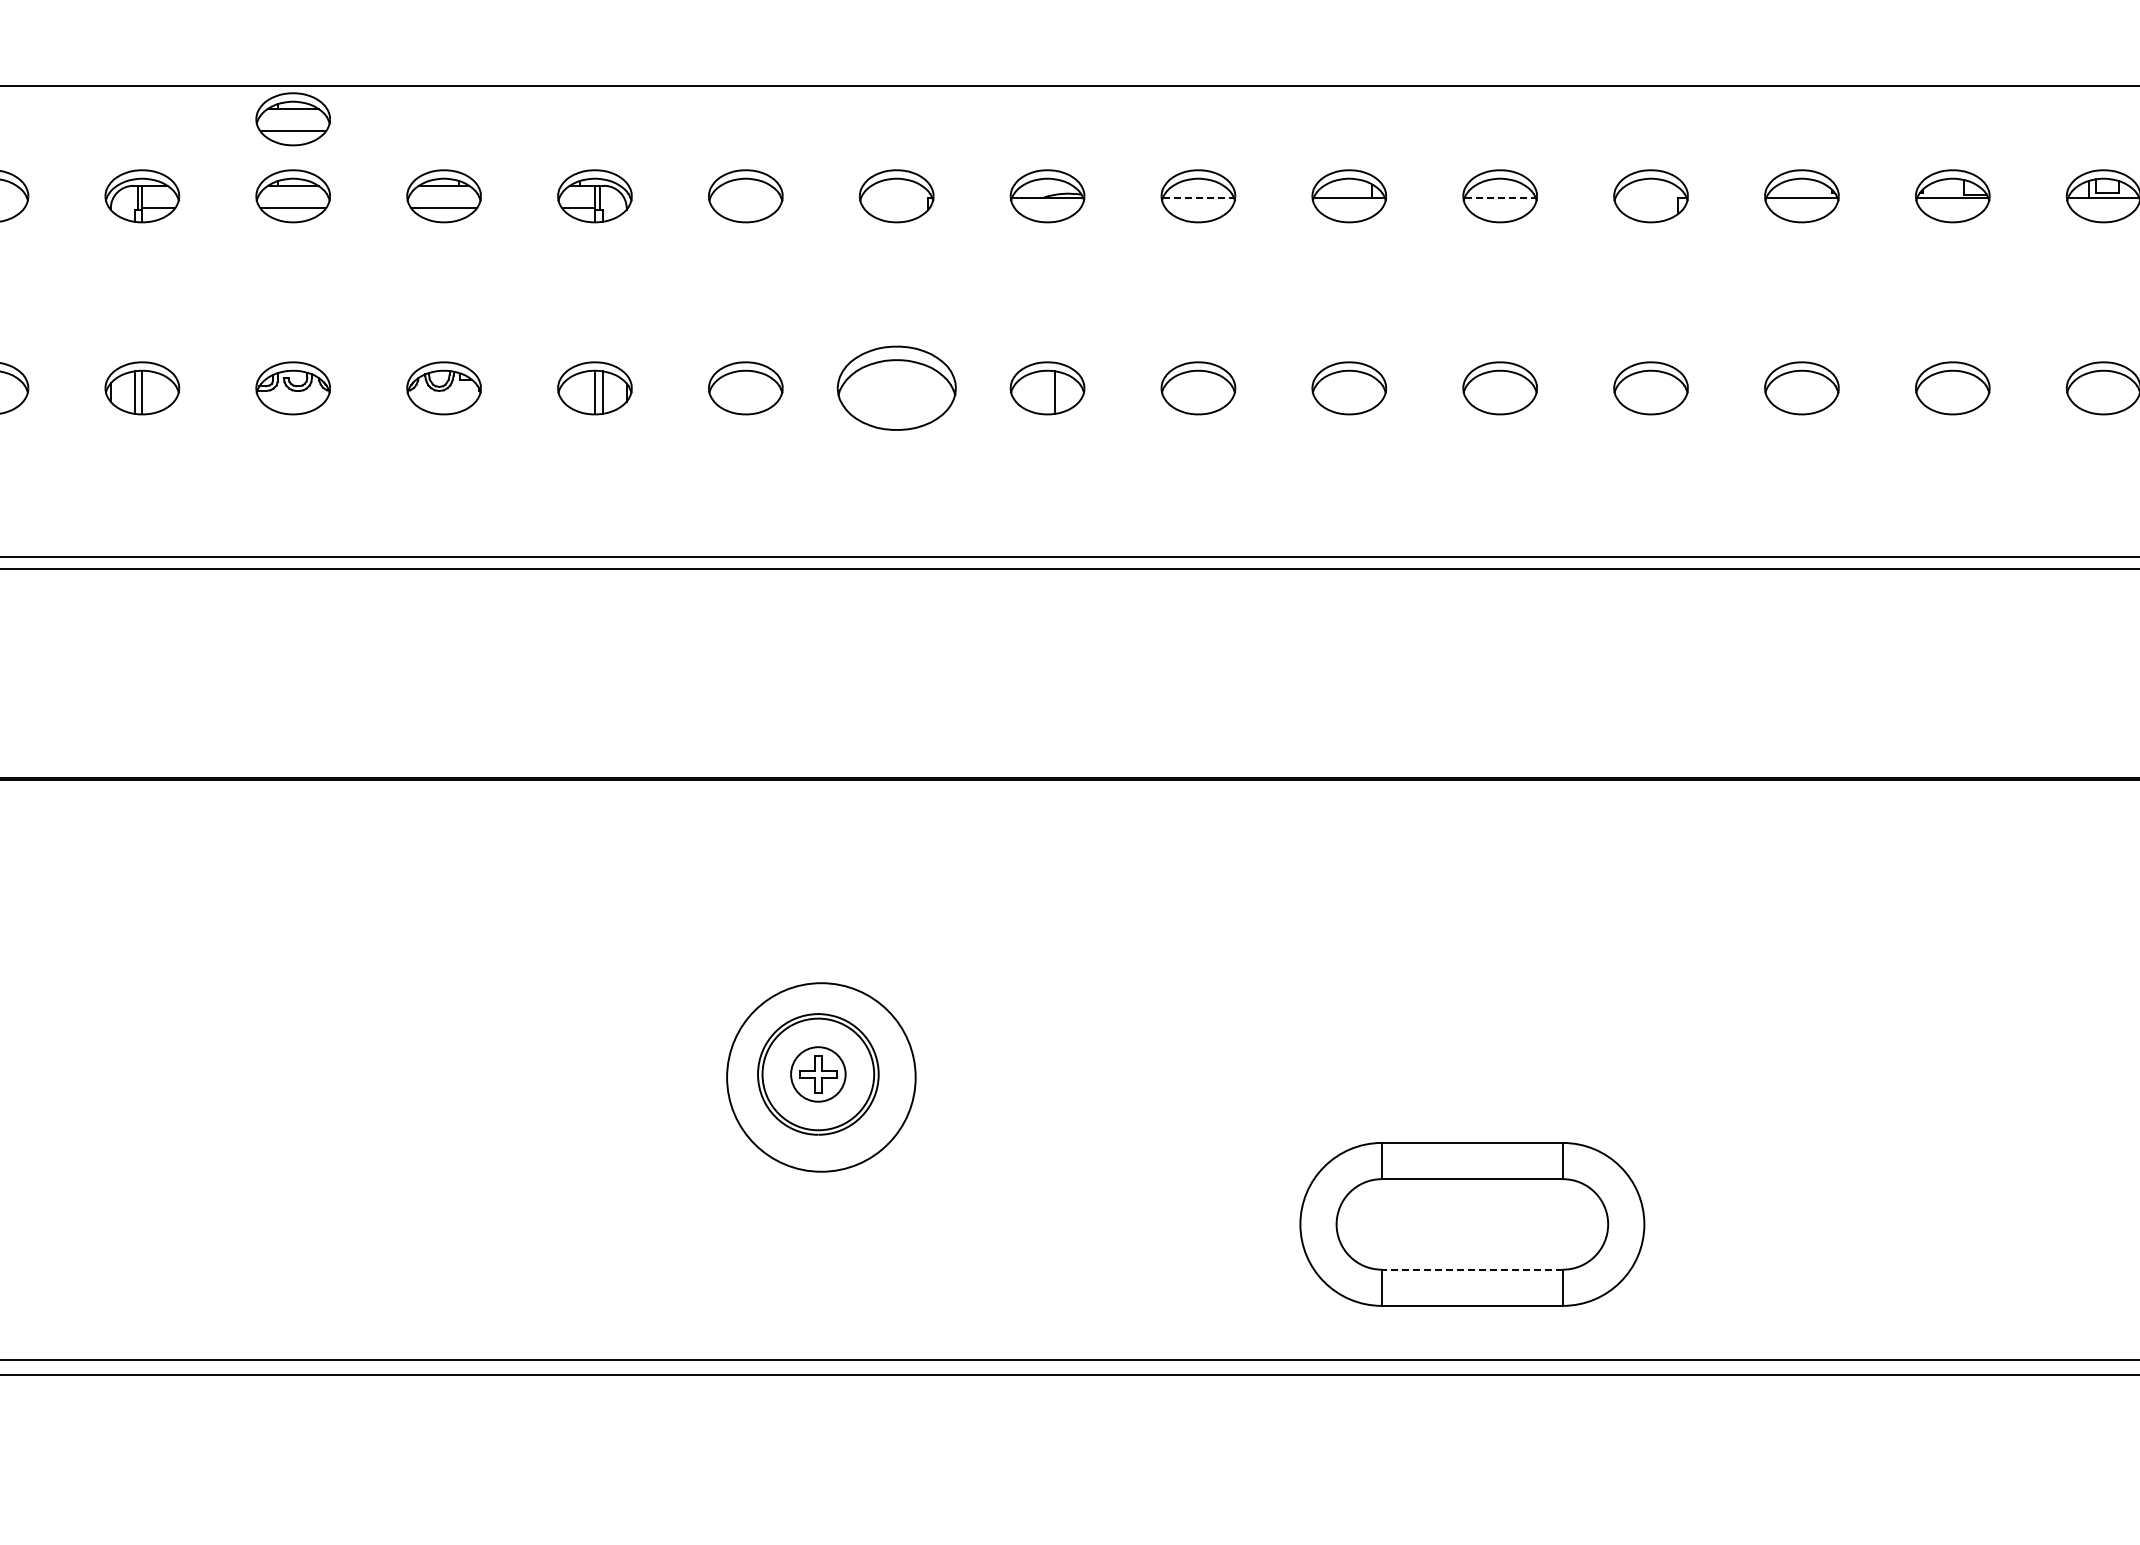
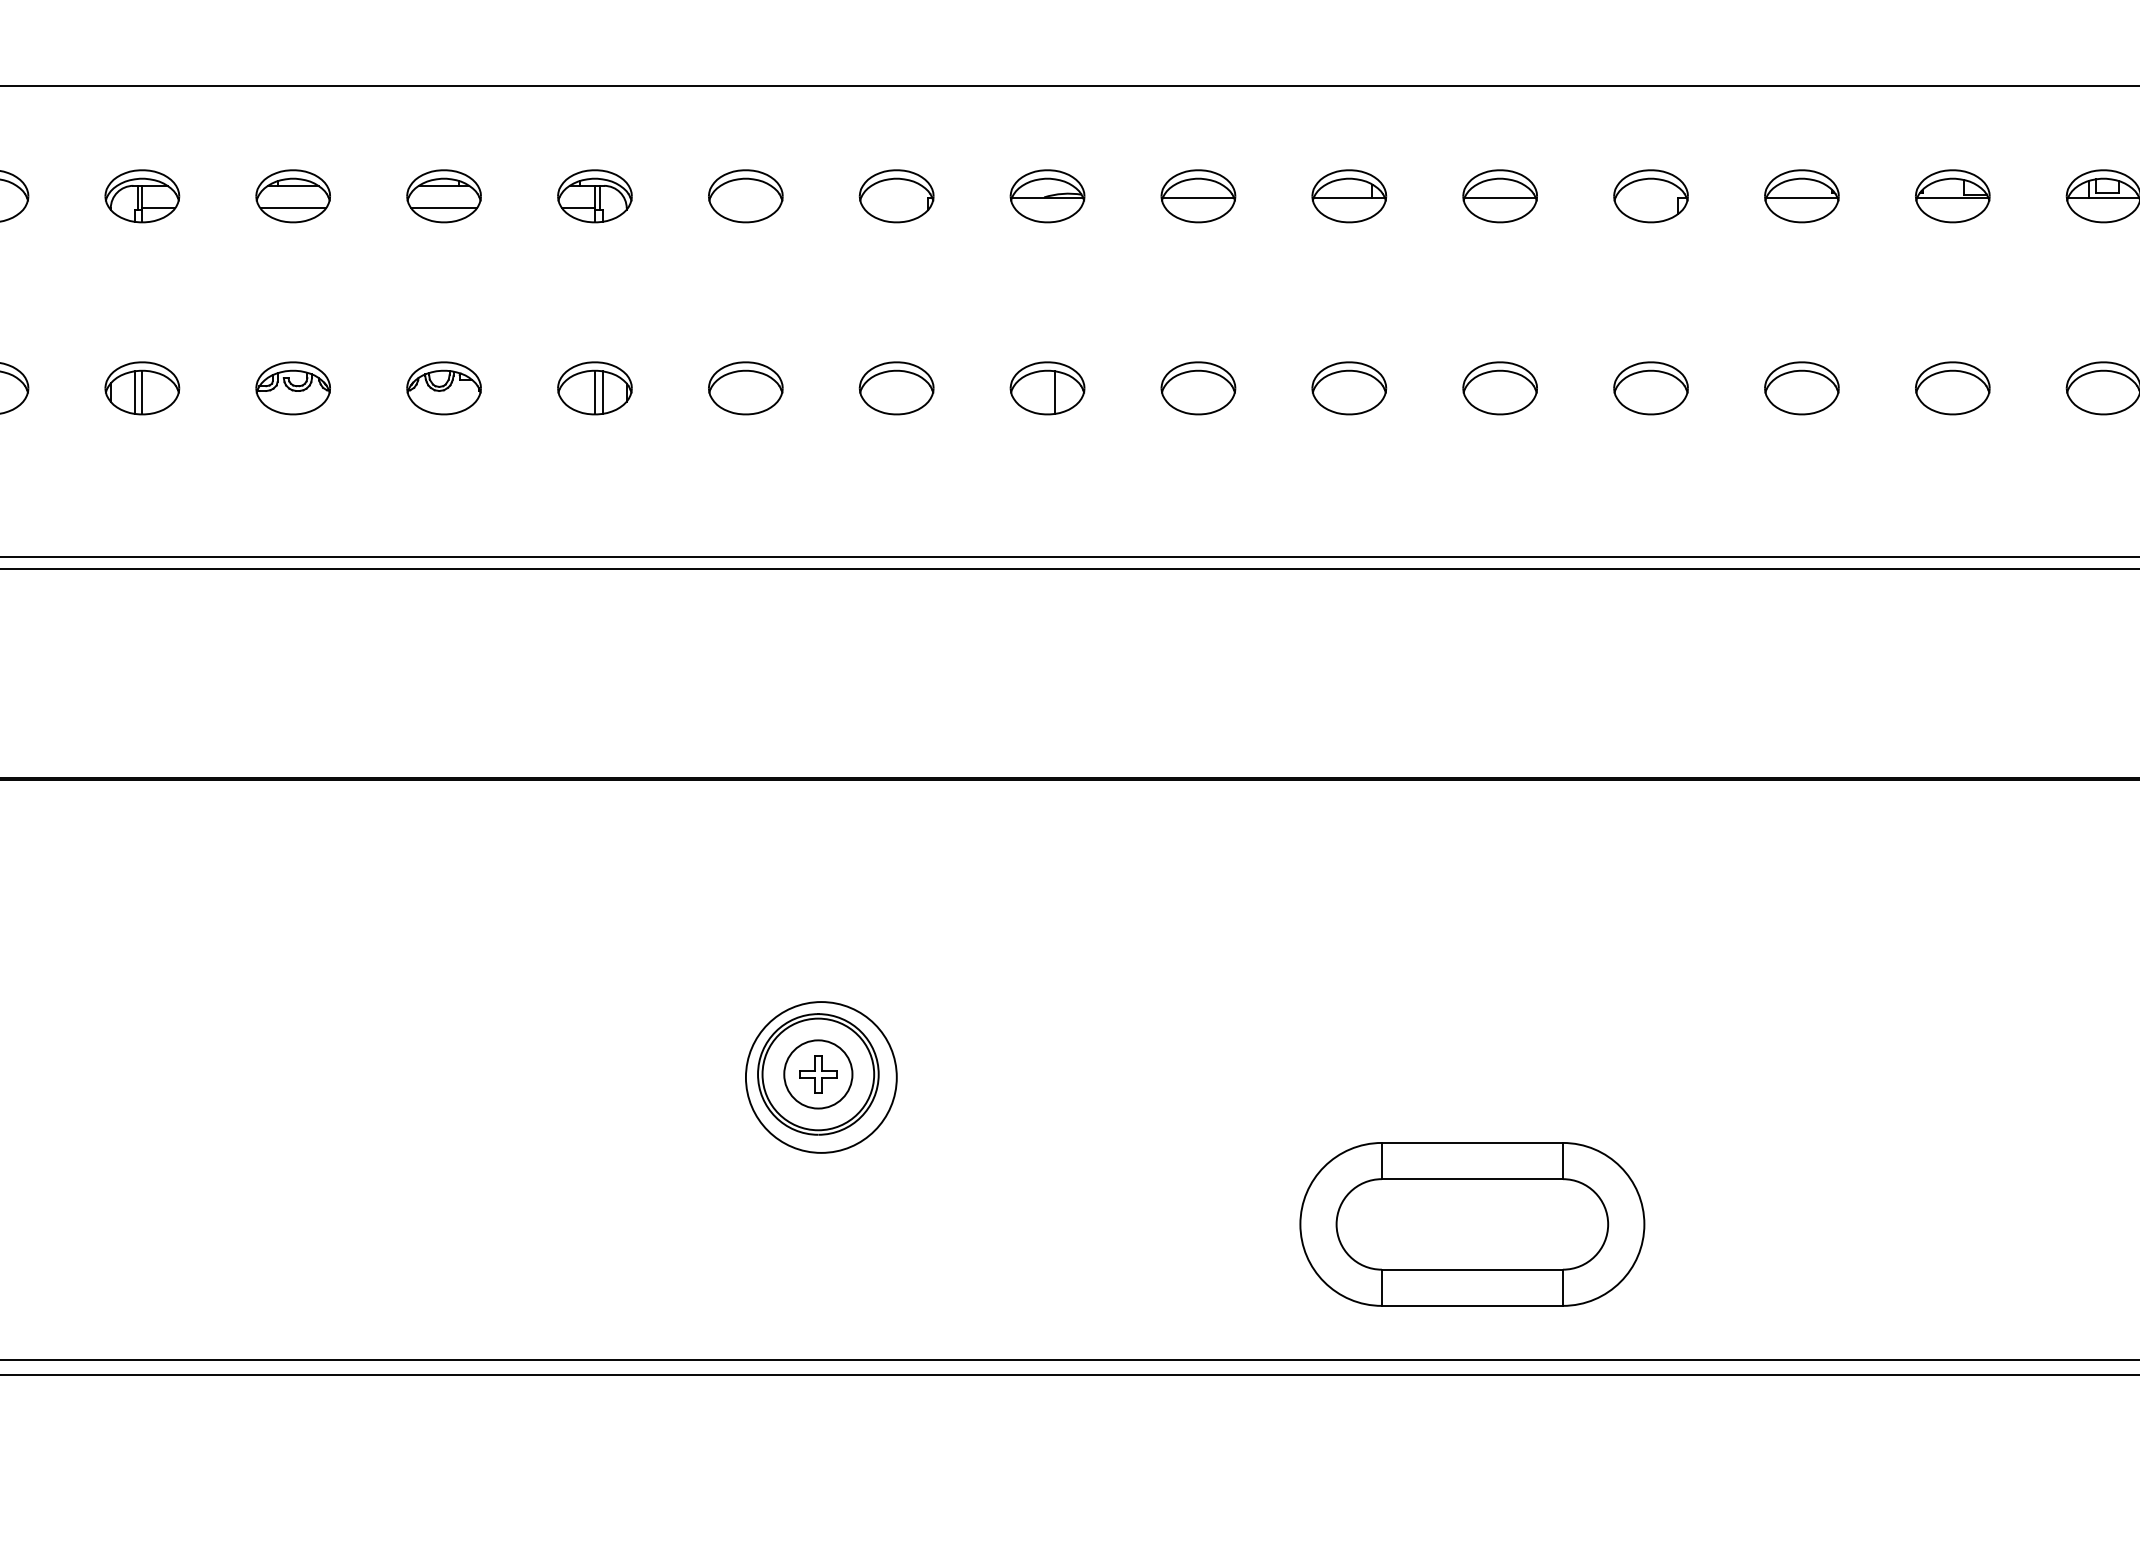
part at (292, 119): present -> none
line at (1198, 197): dashed -> solid
line at (1500, 197): dashed -> solid
part at (896, 387) size: 121x86 px -> 77x55 px
circle at (818, 1074) diameter: 55 px -> 68 px
circle at (821, 1077) diameter: 189 px -> 151 px
line at (1472, 1269): dashed -> solid
